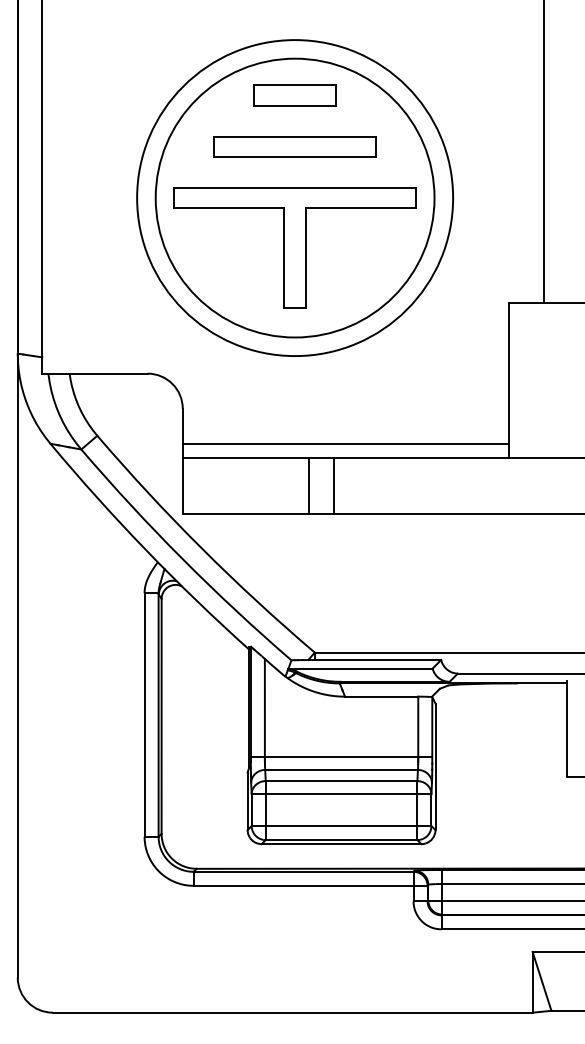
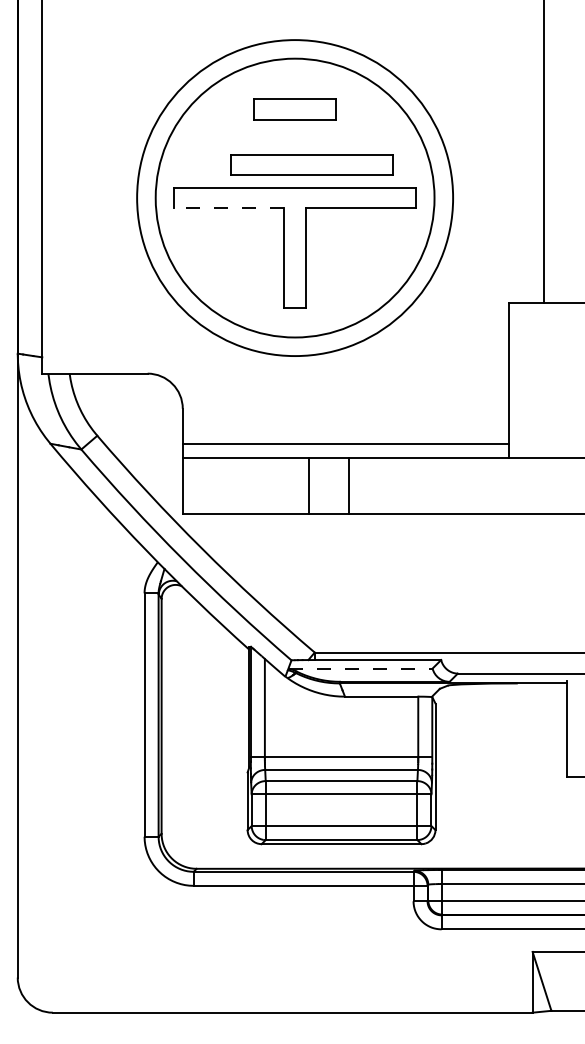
part at (294, 95) position: (294, 95) -> (294, 109)
part at (294, 146) position: (294, 146) -> (311, 164)
line at (228, 208): solid -> dashed
line at (333, 485) position: (333, 485) -> (348, 485)
line at (361, 668): solid -> dashed
